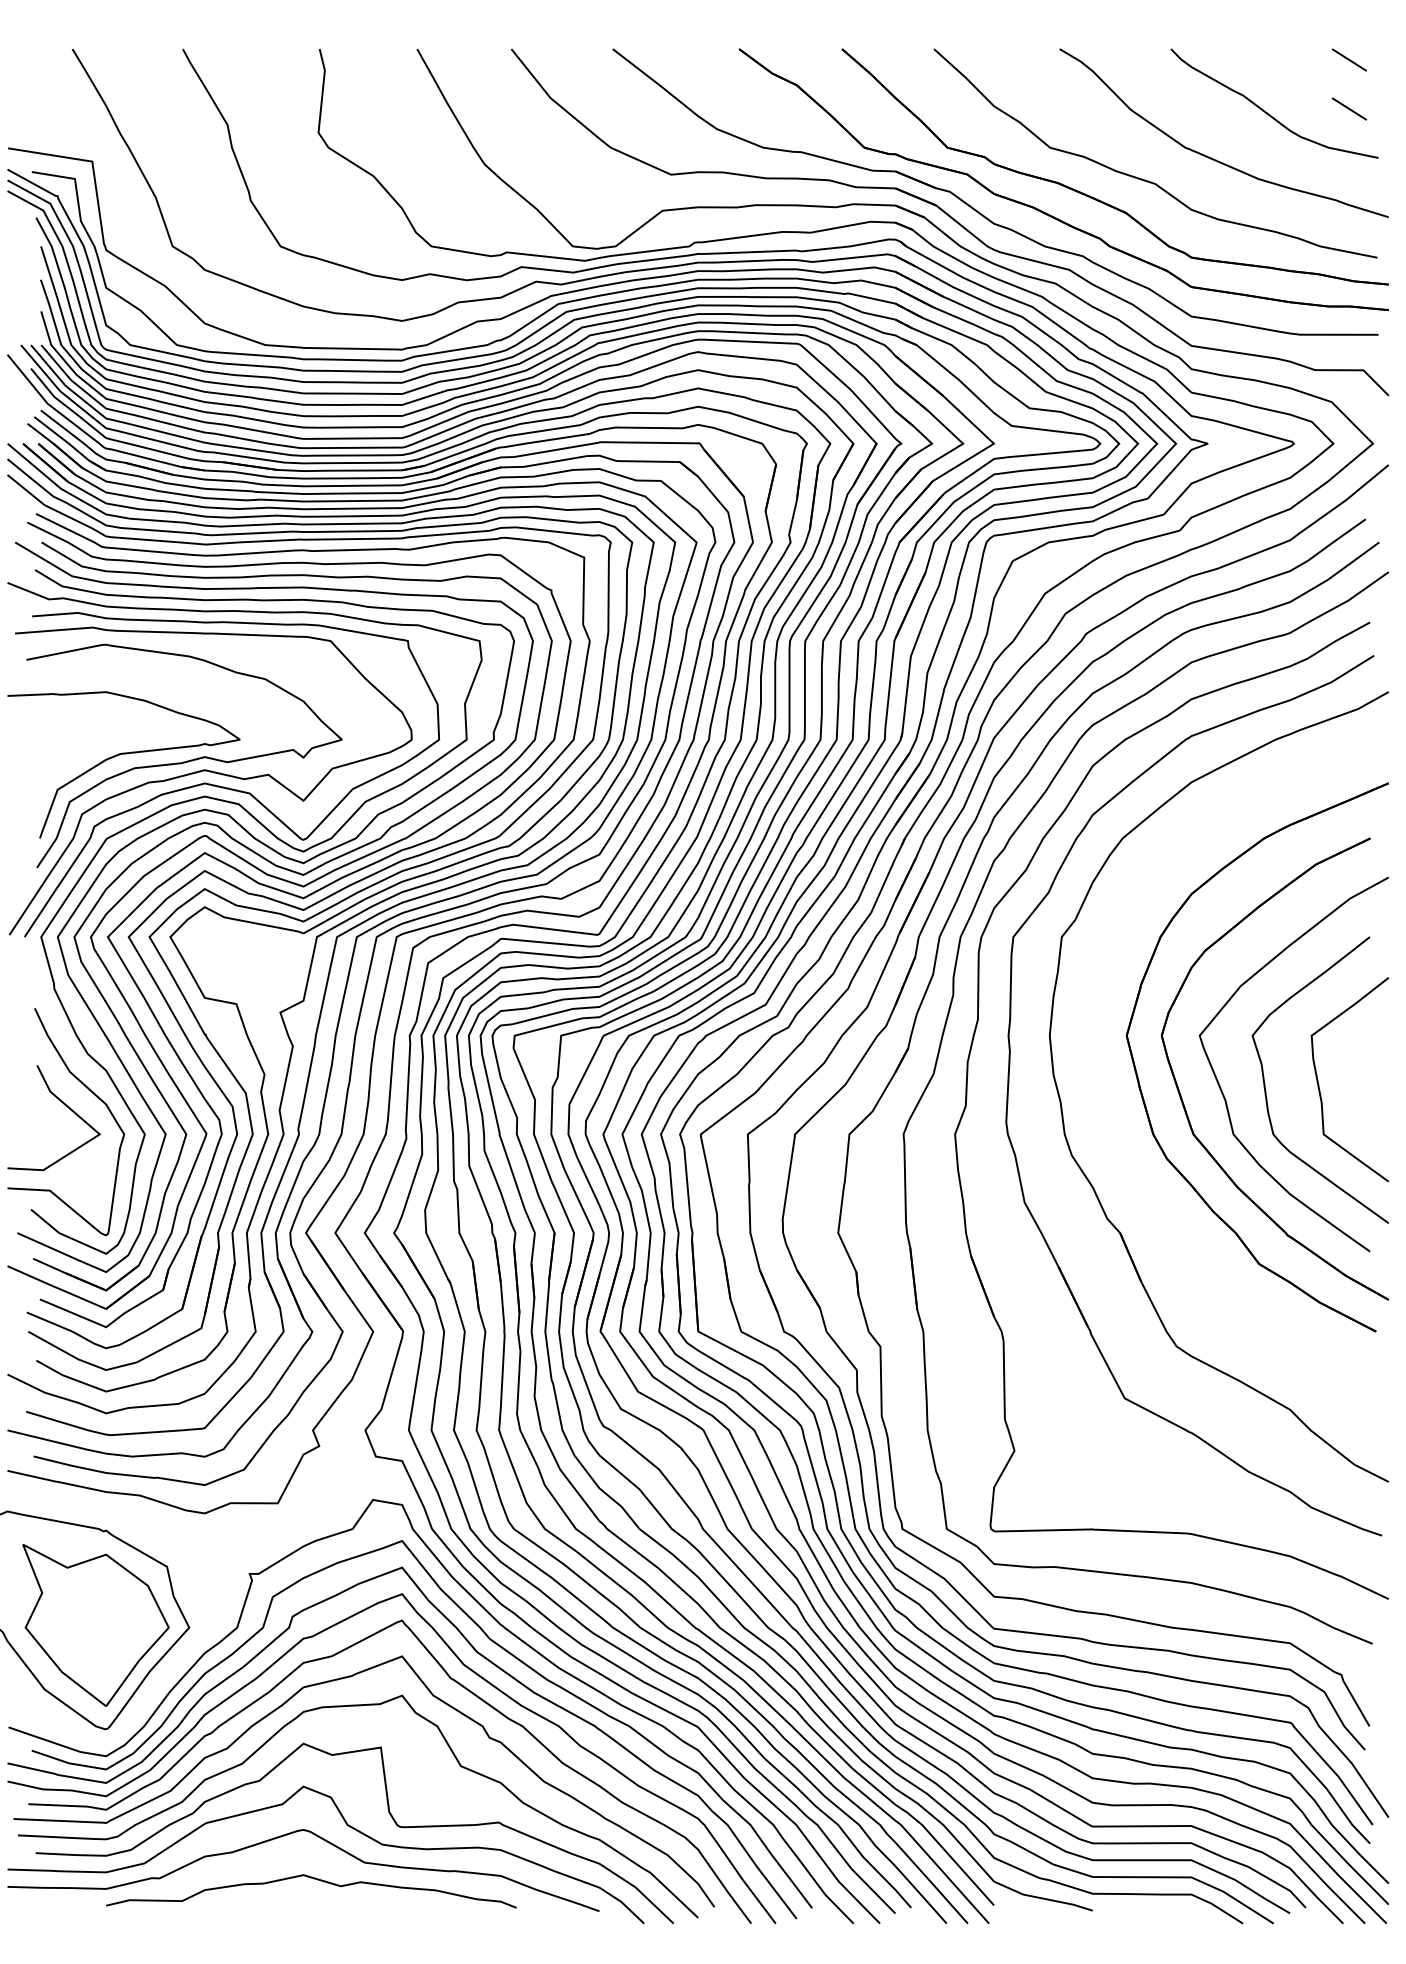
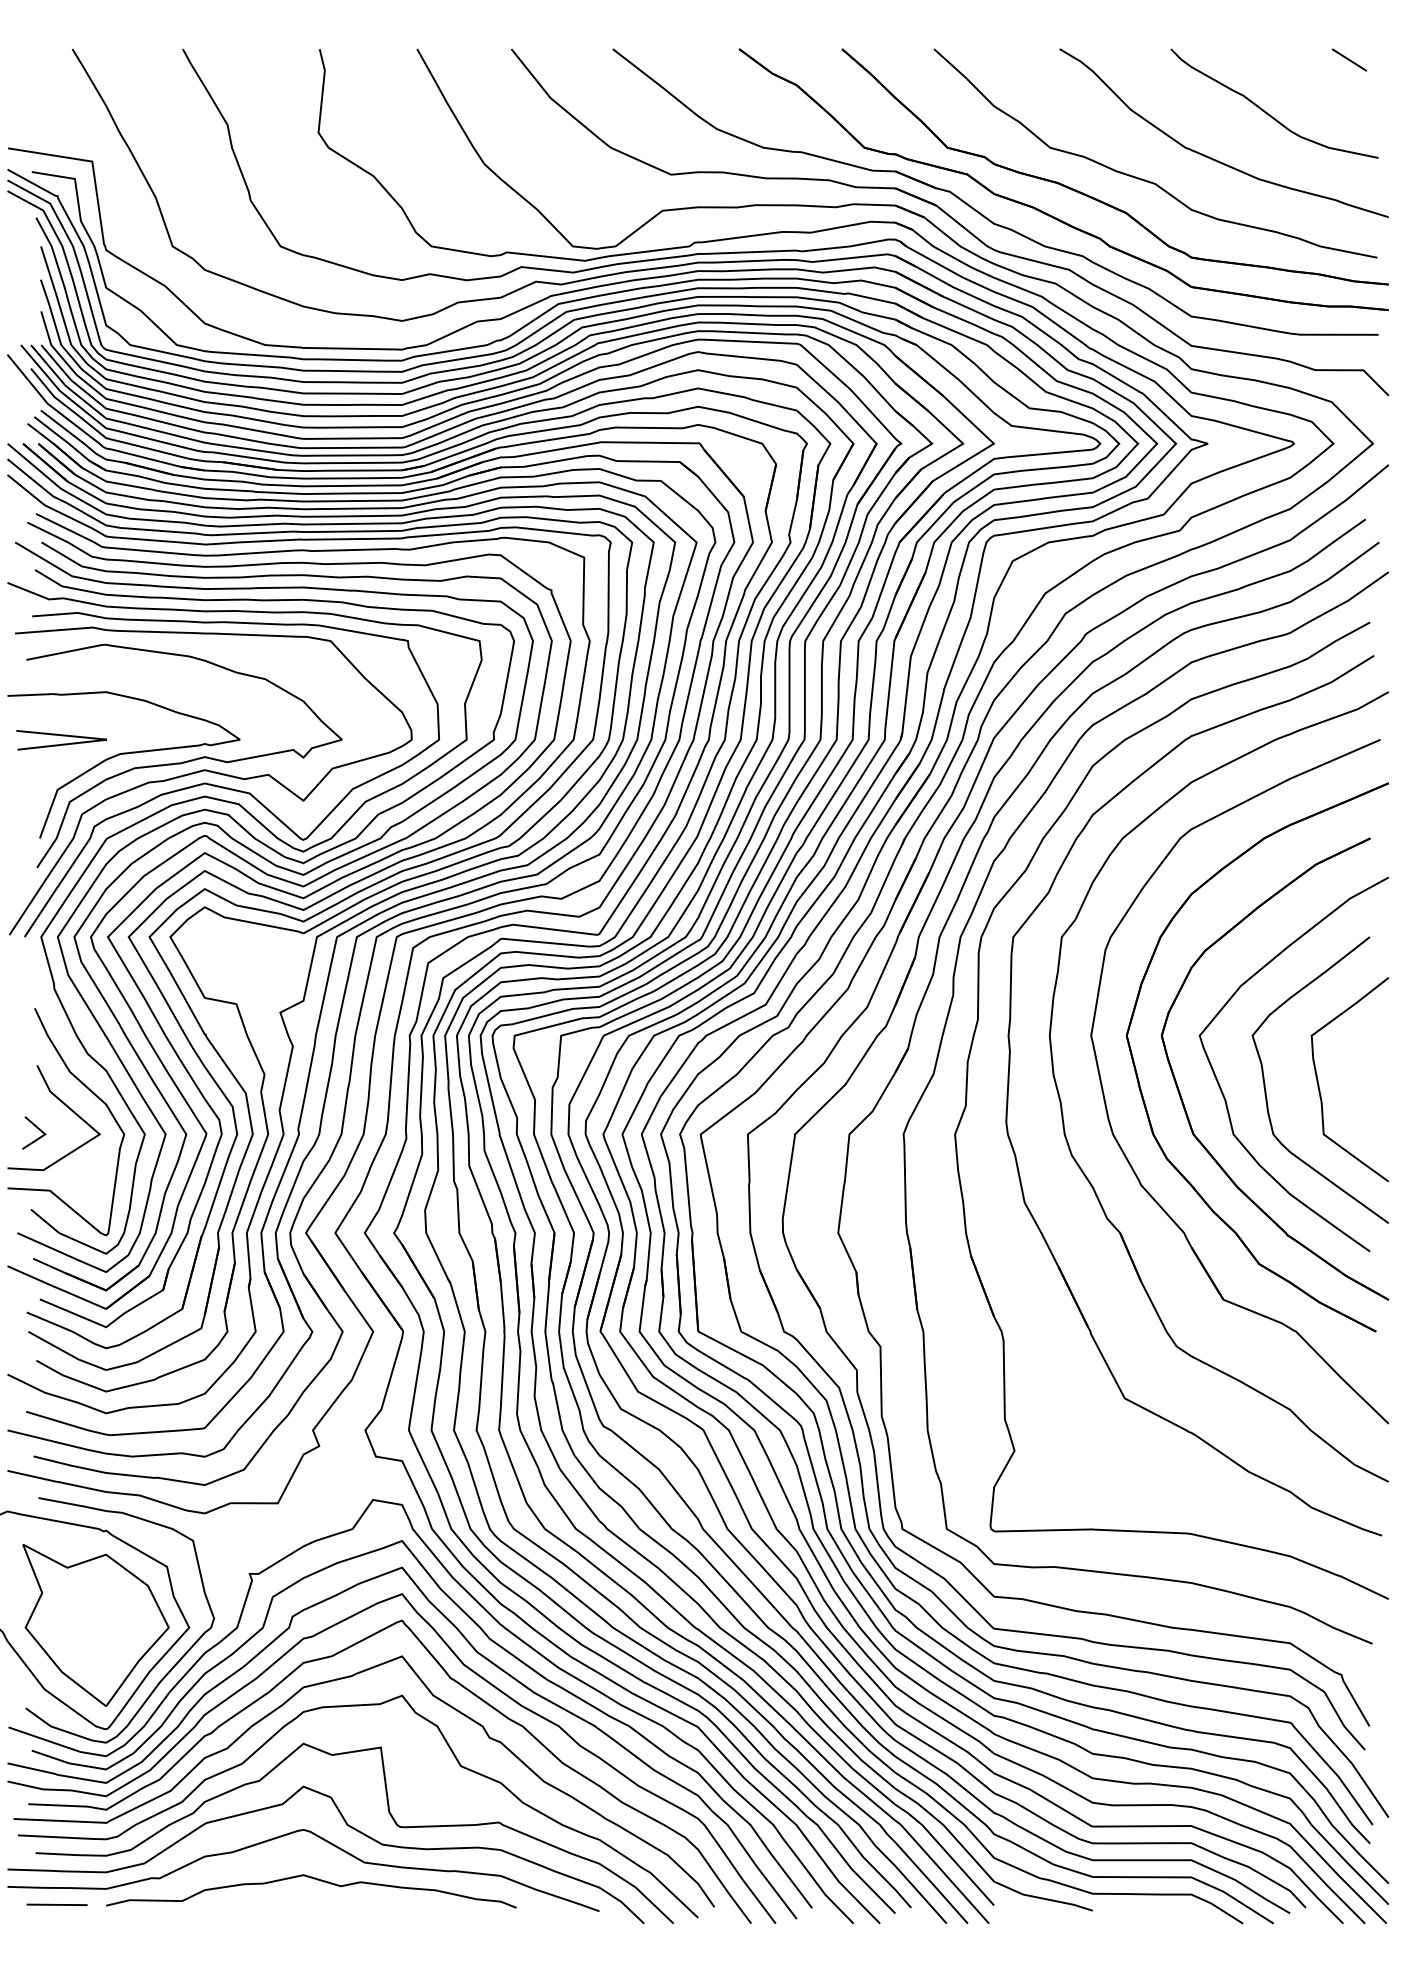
line at (1348, 108): present -> none
curve at (62, 743): none -> present
part at (1107, 1108): none -> present
line at (36, 1128): none -> present
curve at (172, 1666): none -> present
line at (56, 1904): none -> present
